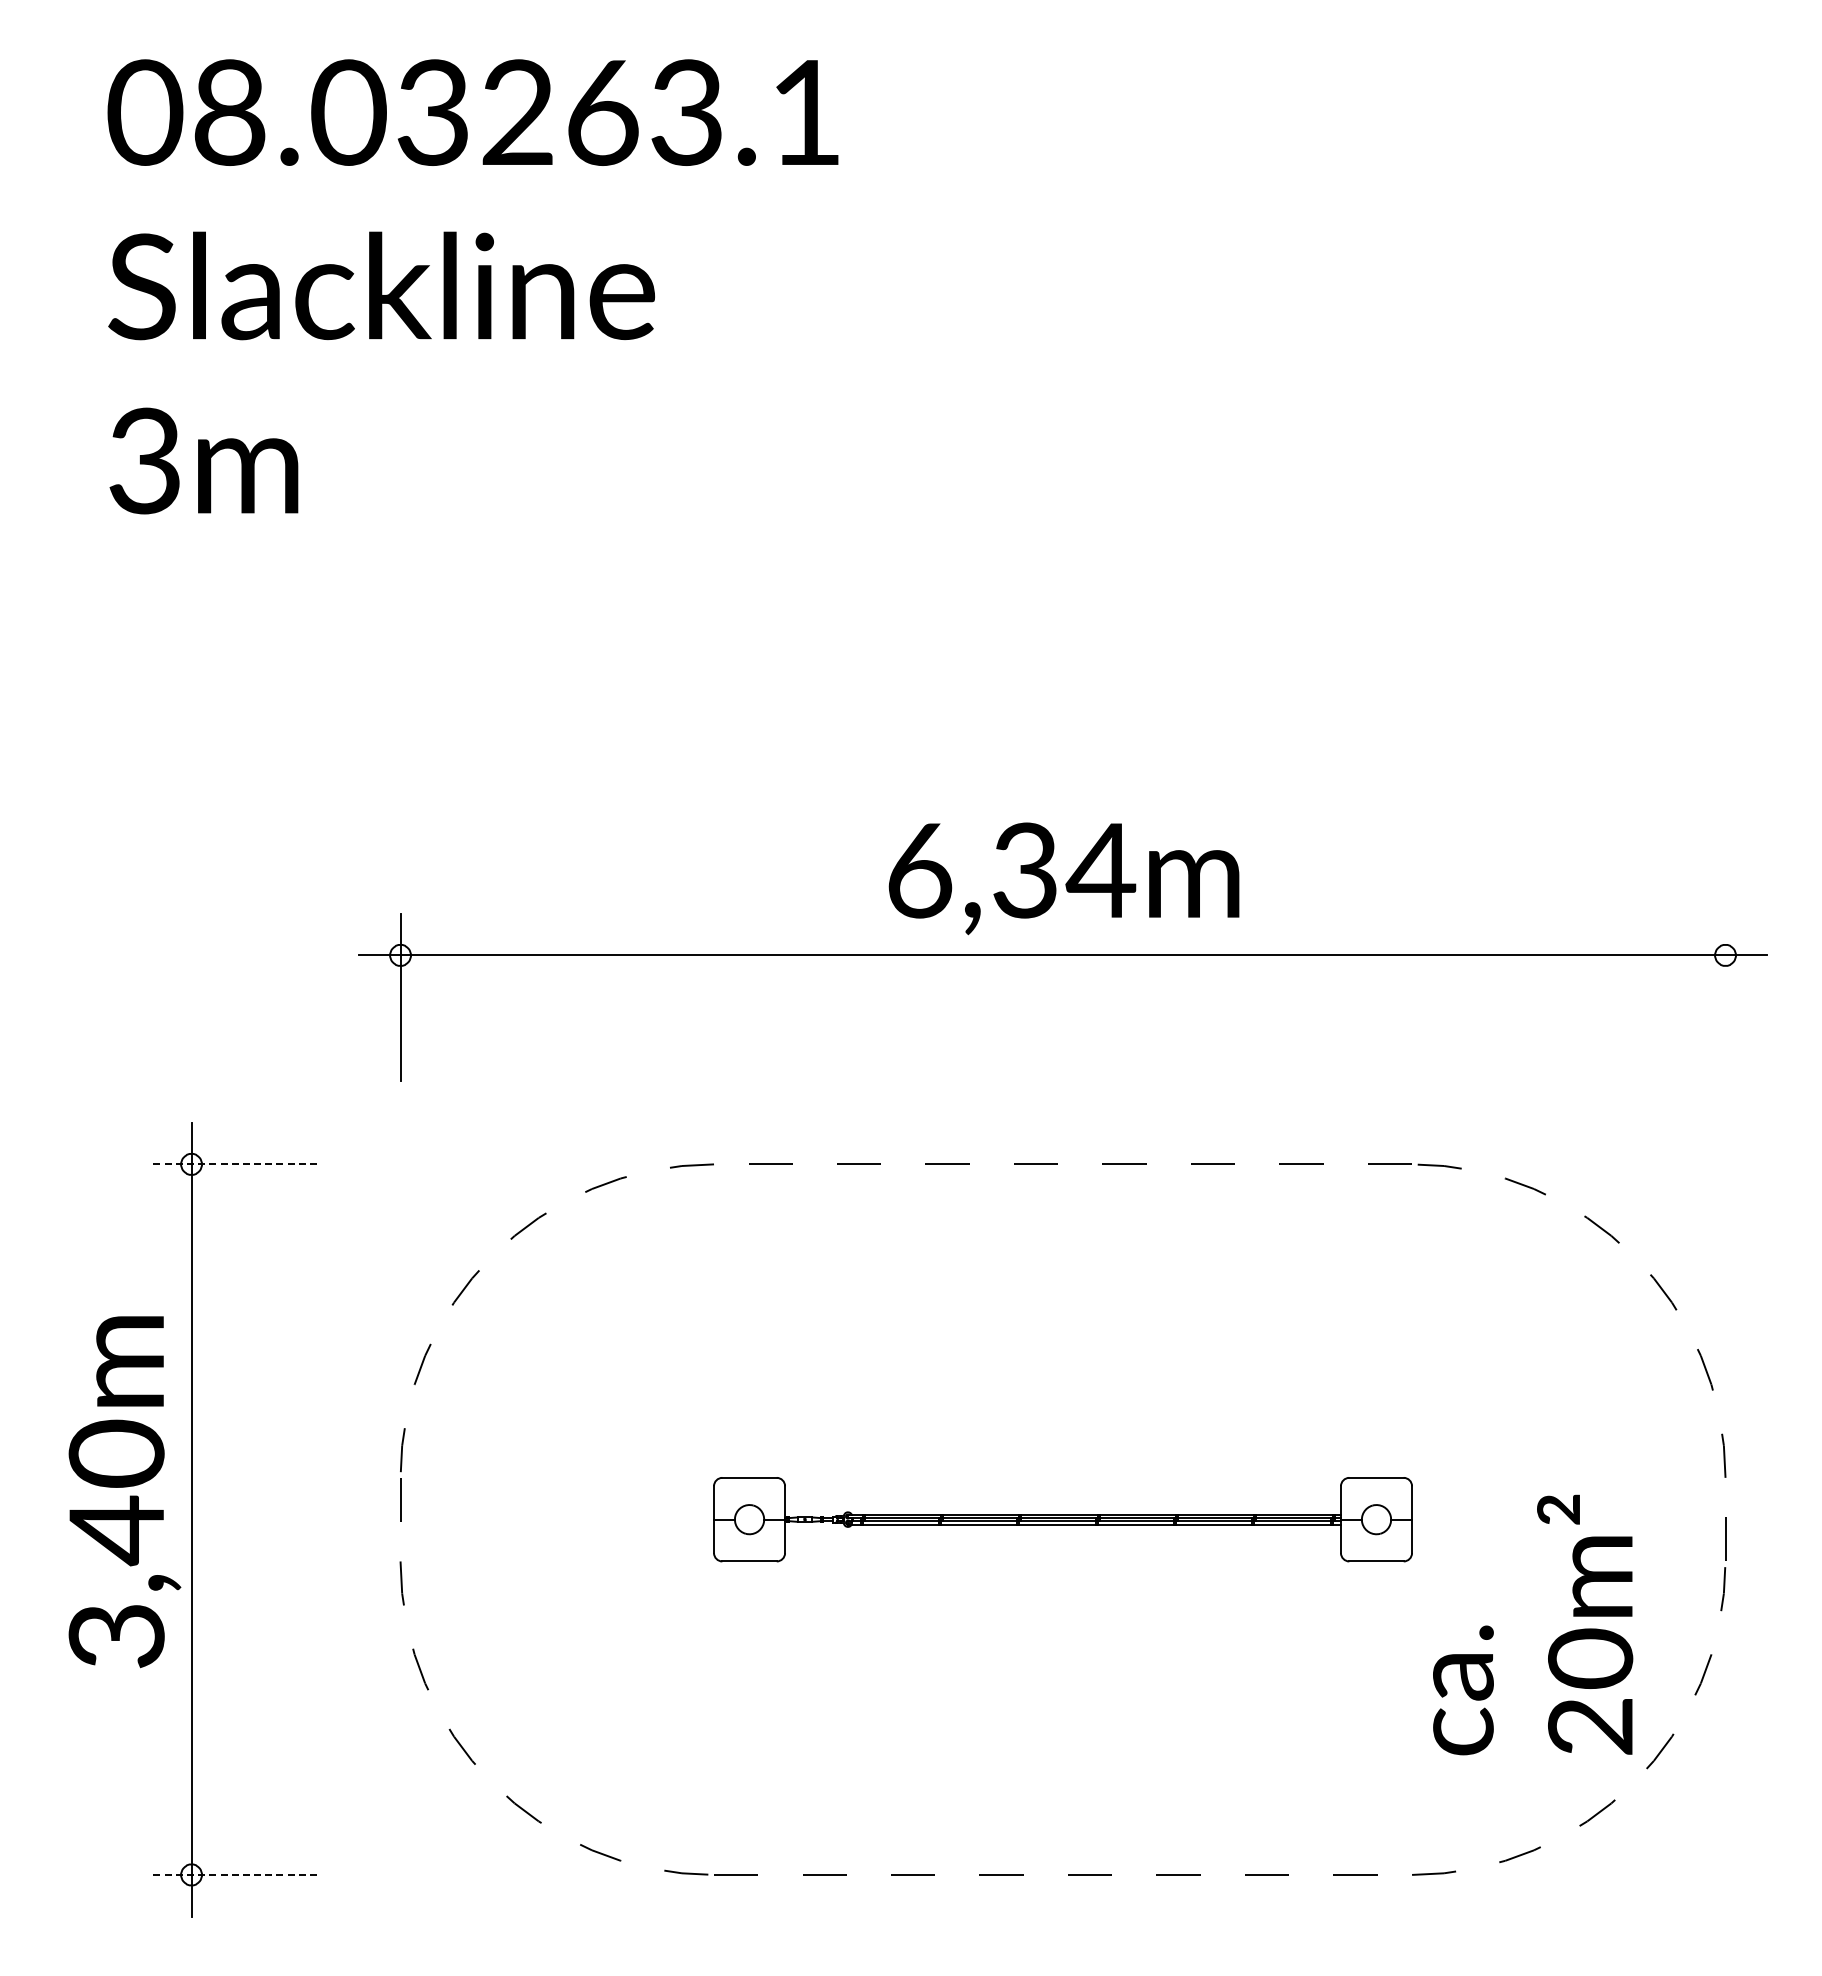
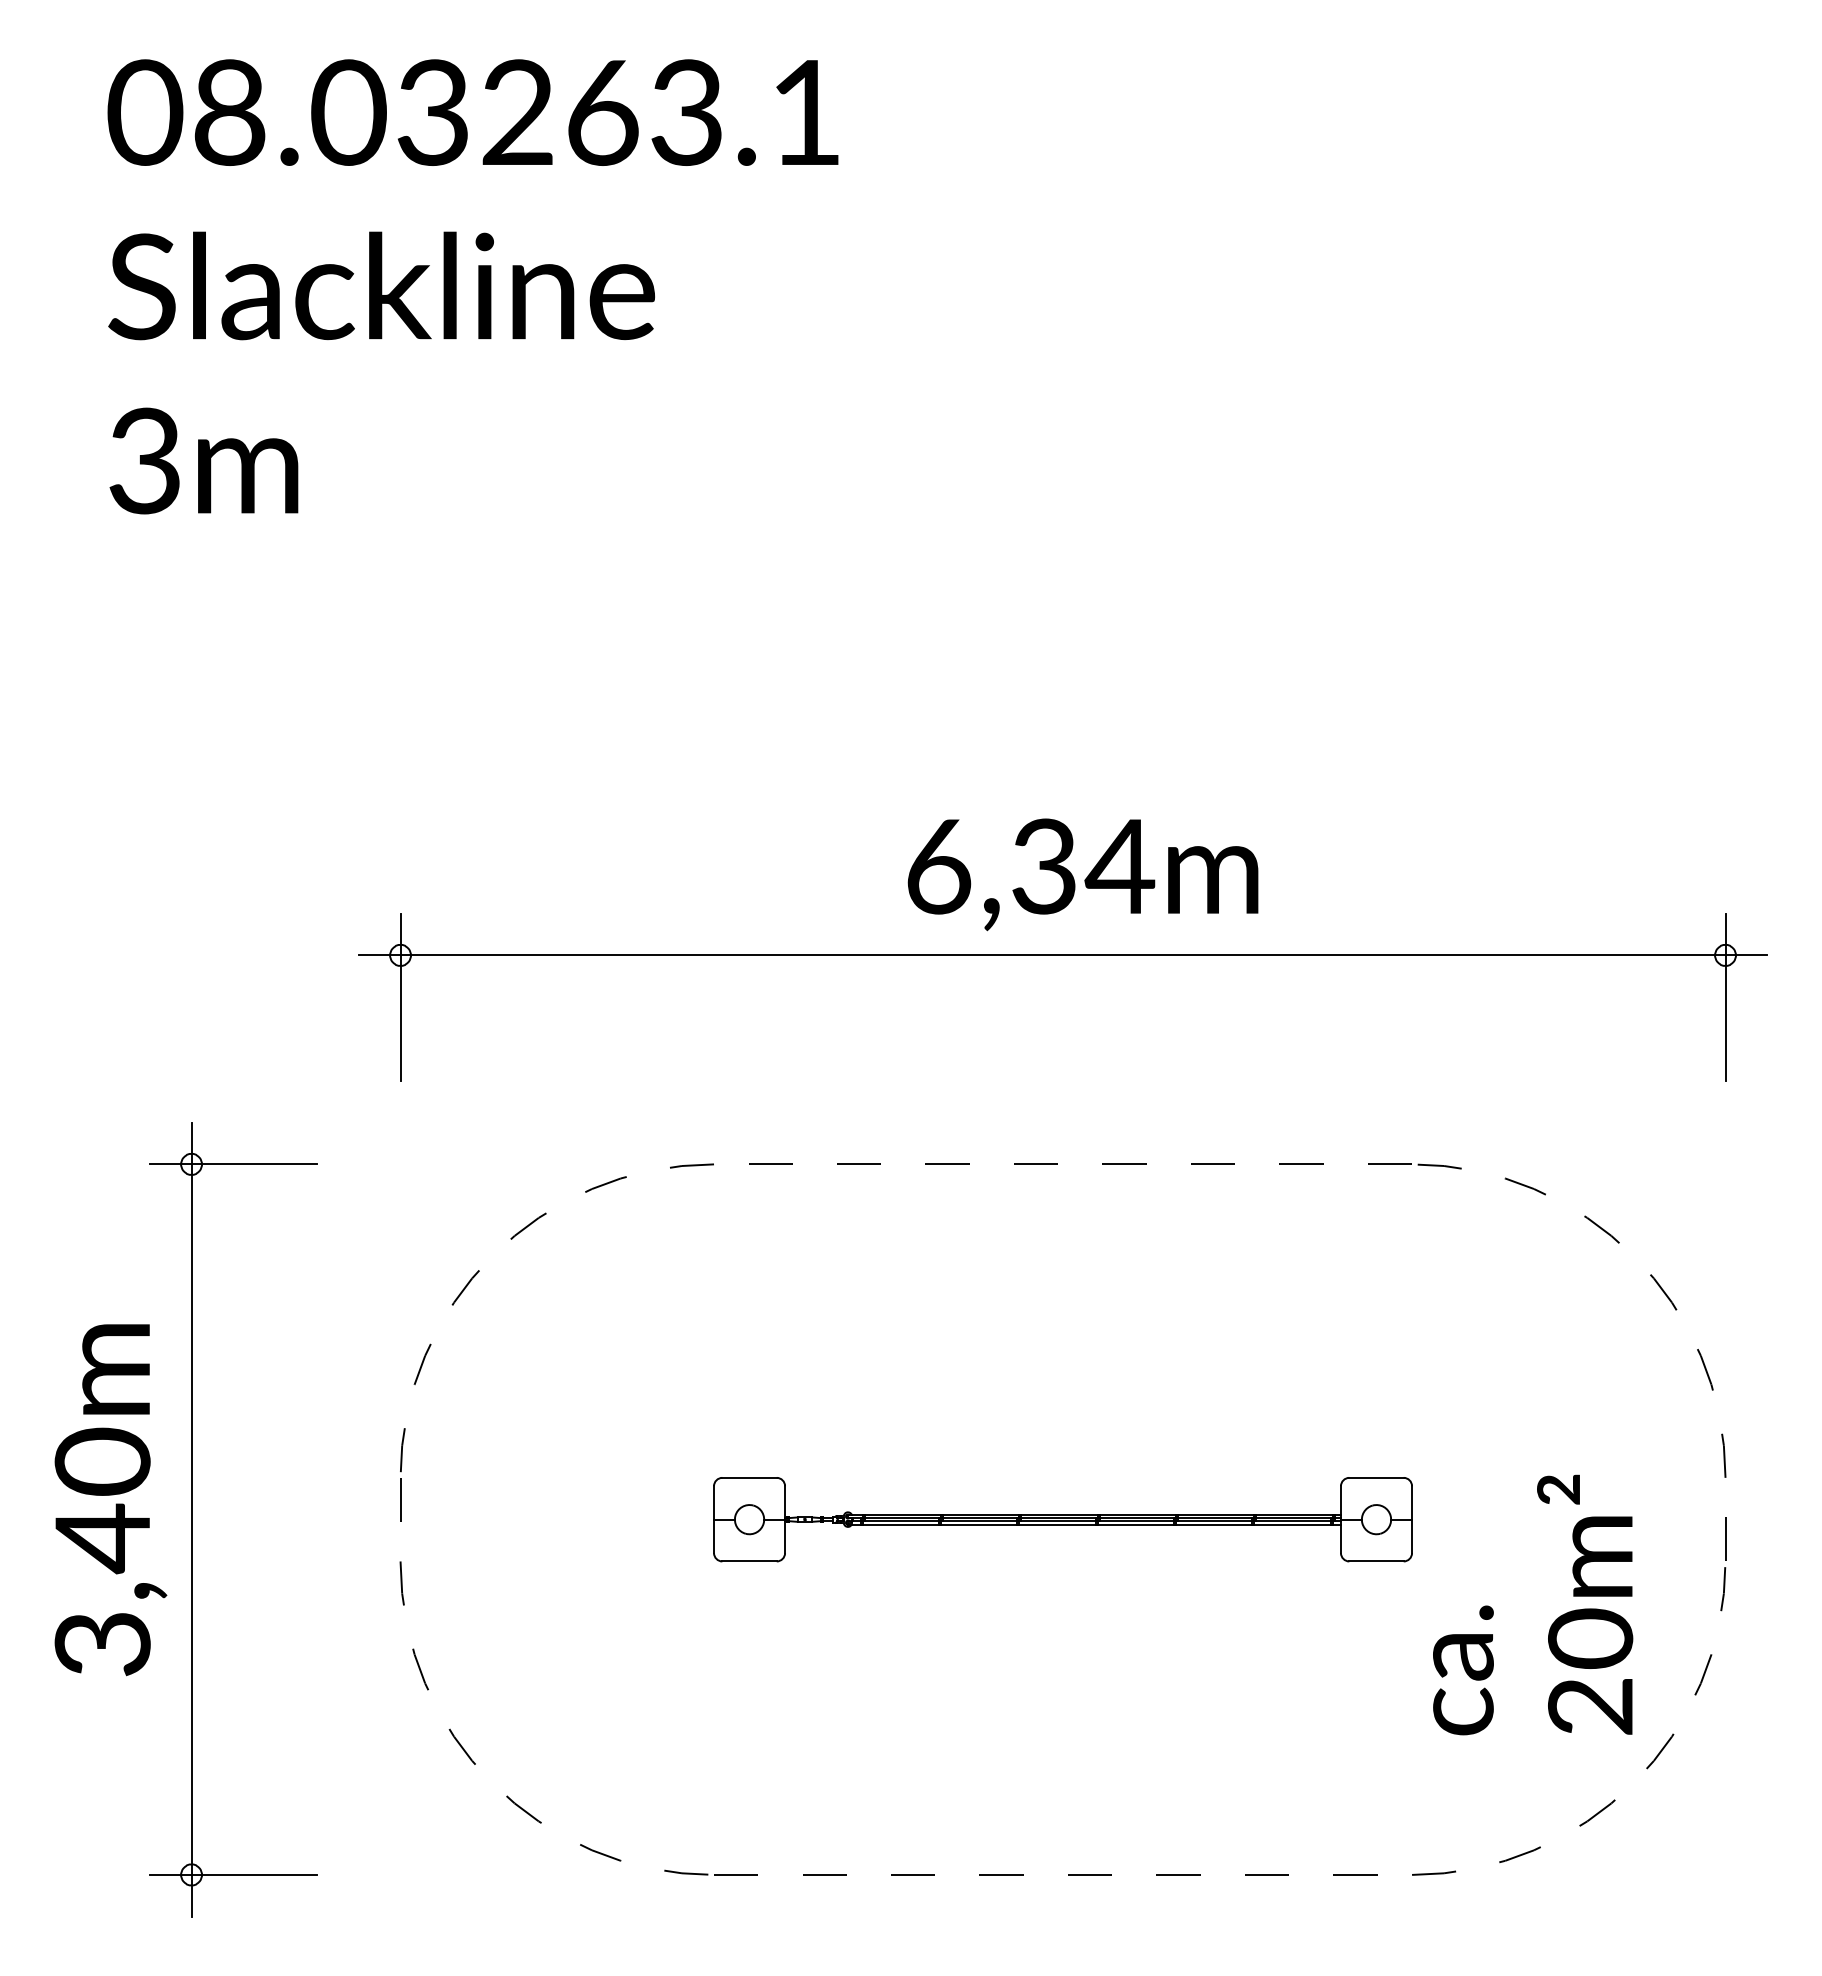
text at (1063, 878) position: (1063, 878) -> (1082, 874)
line at (1725, 996): none -> present
line at (233, 1164): dashed -> solid
text at (124, 1492) position: (124, 1492) -> (110, 1500)
text at (1533, 1624) position: (1533, 1624) -> (1533, 1604)
line at (233, 1874): dashed -> solid
